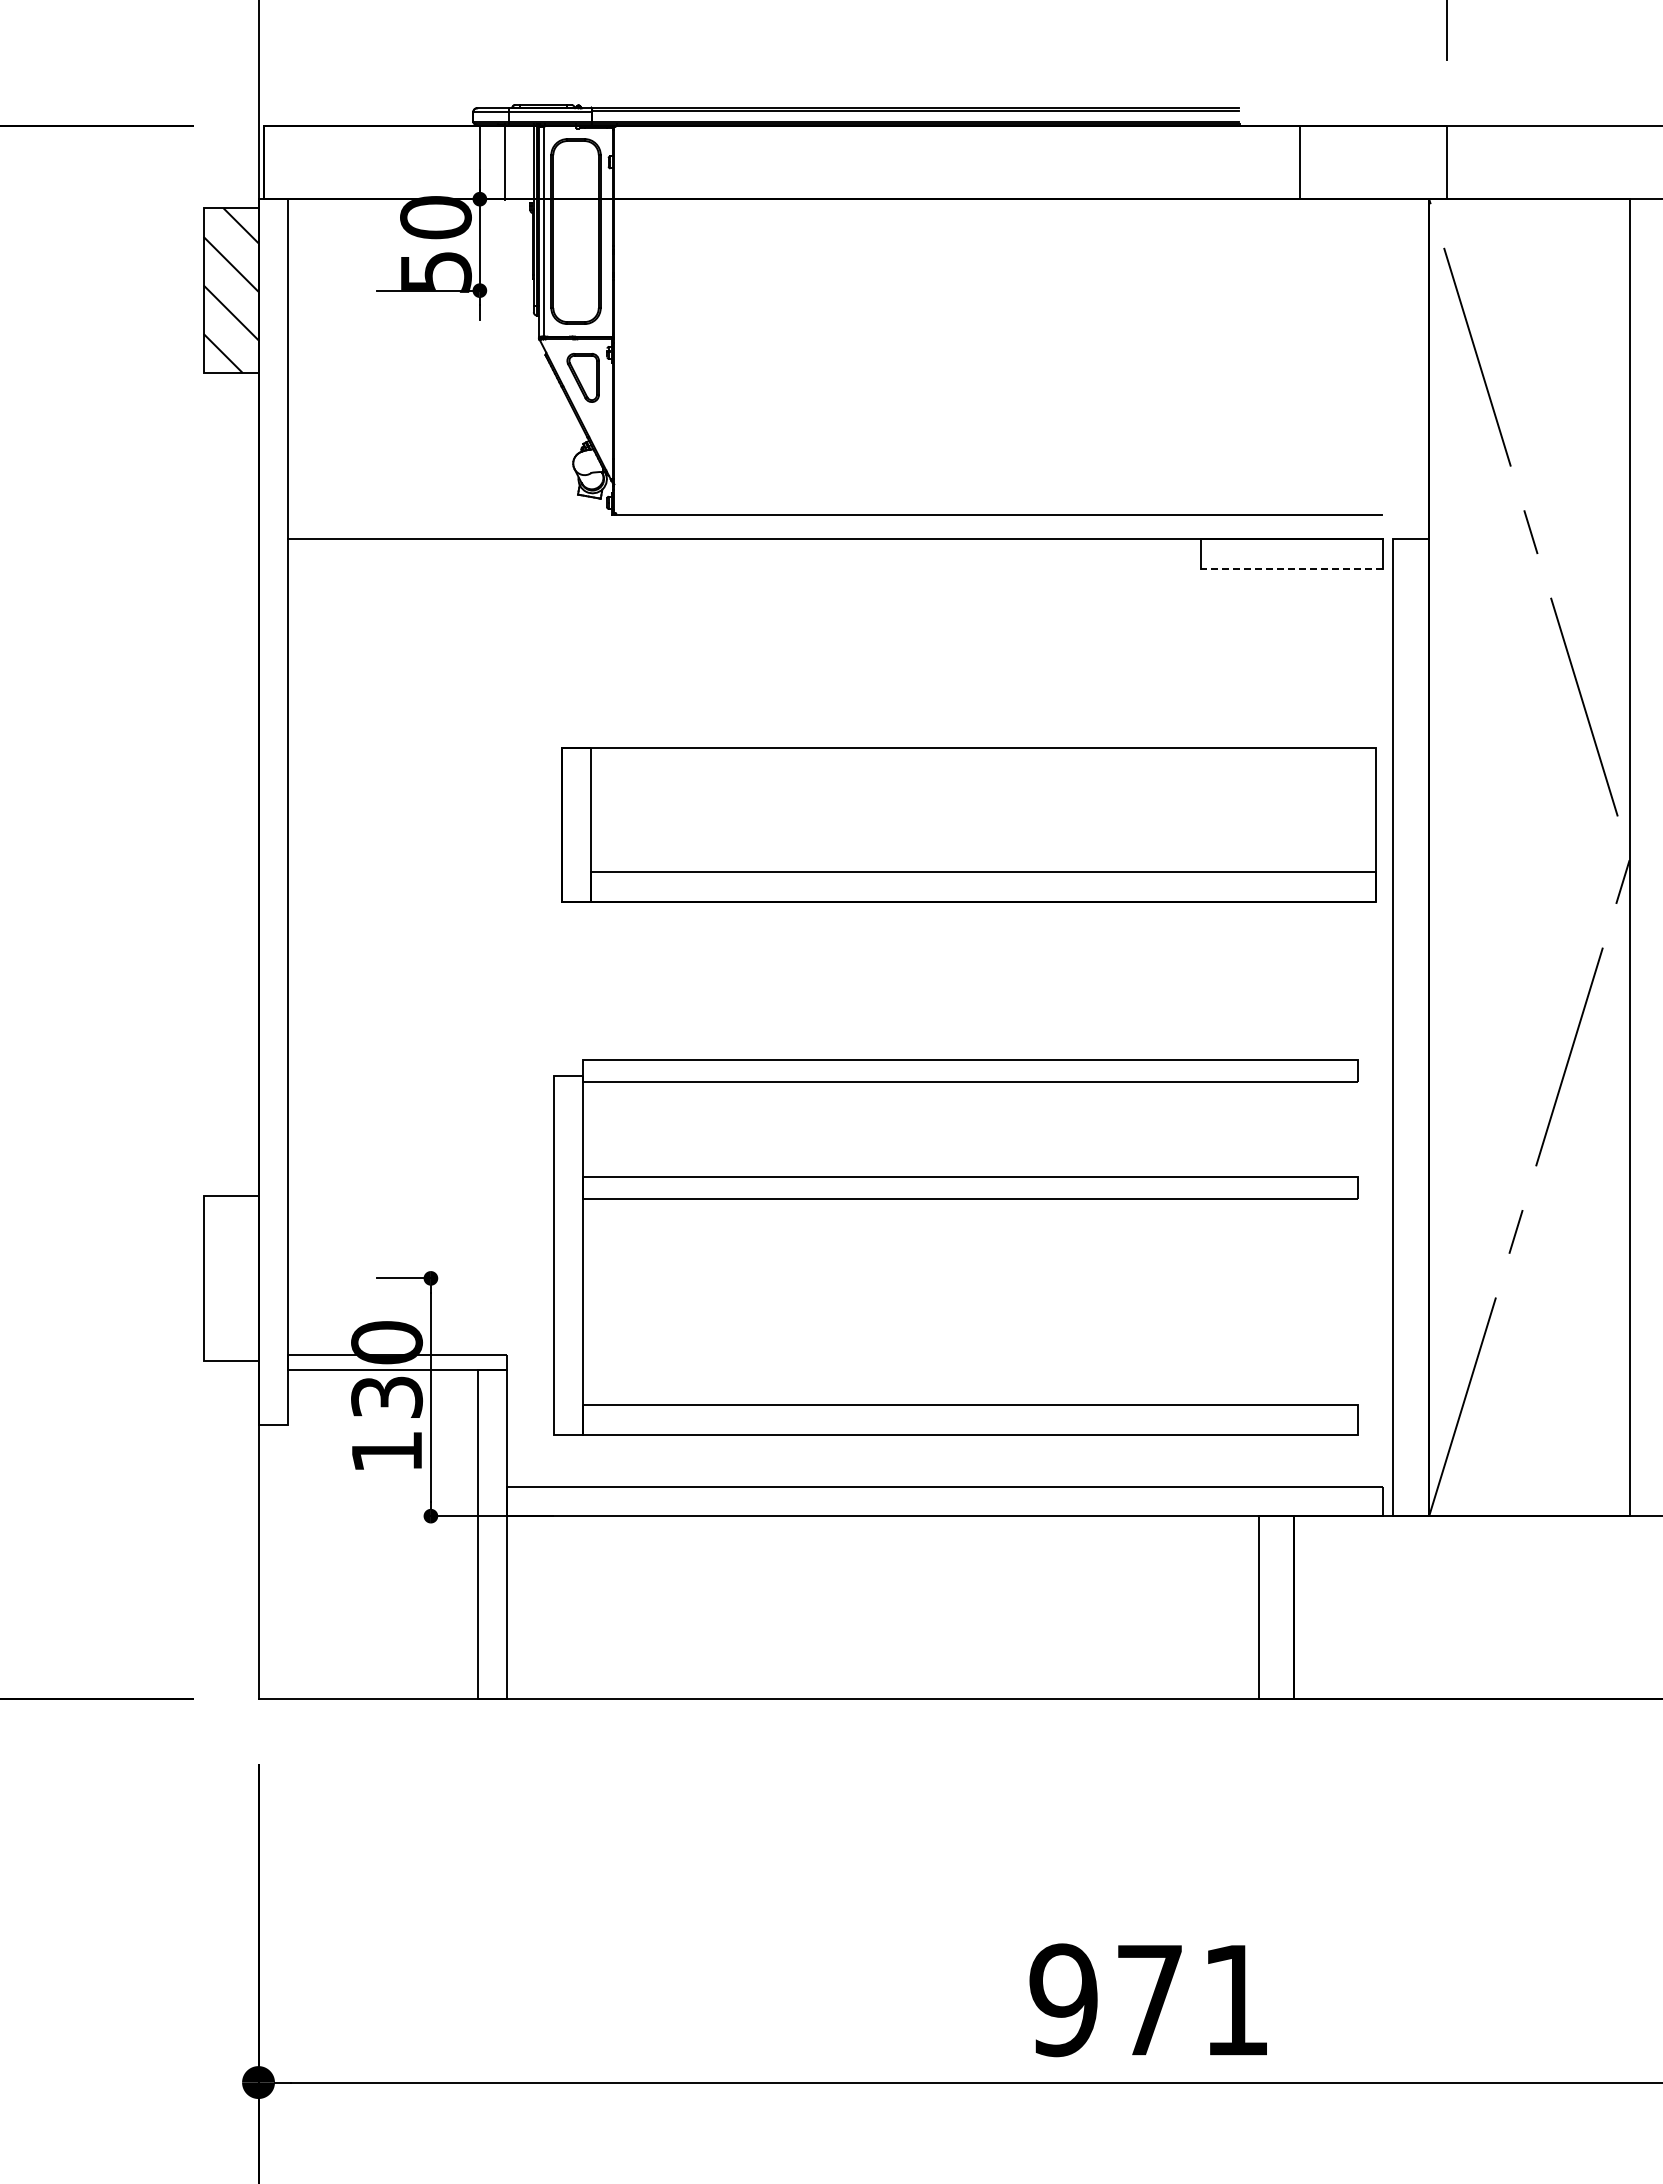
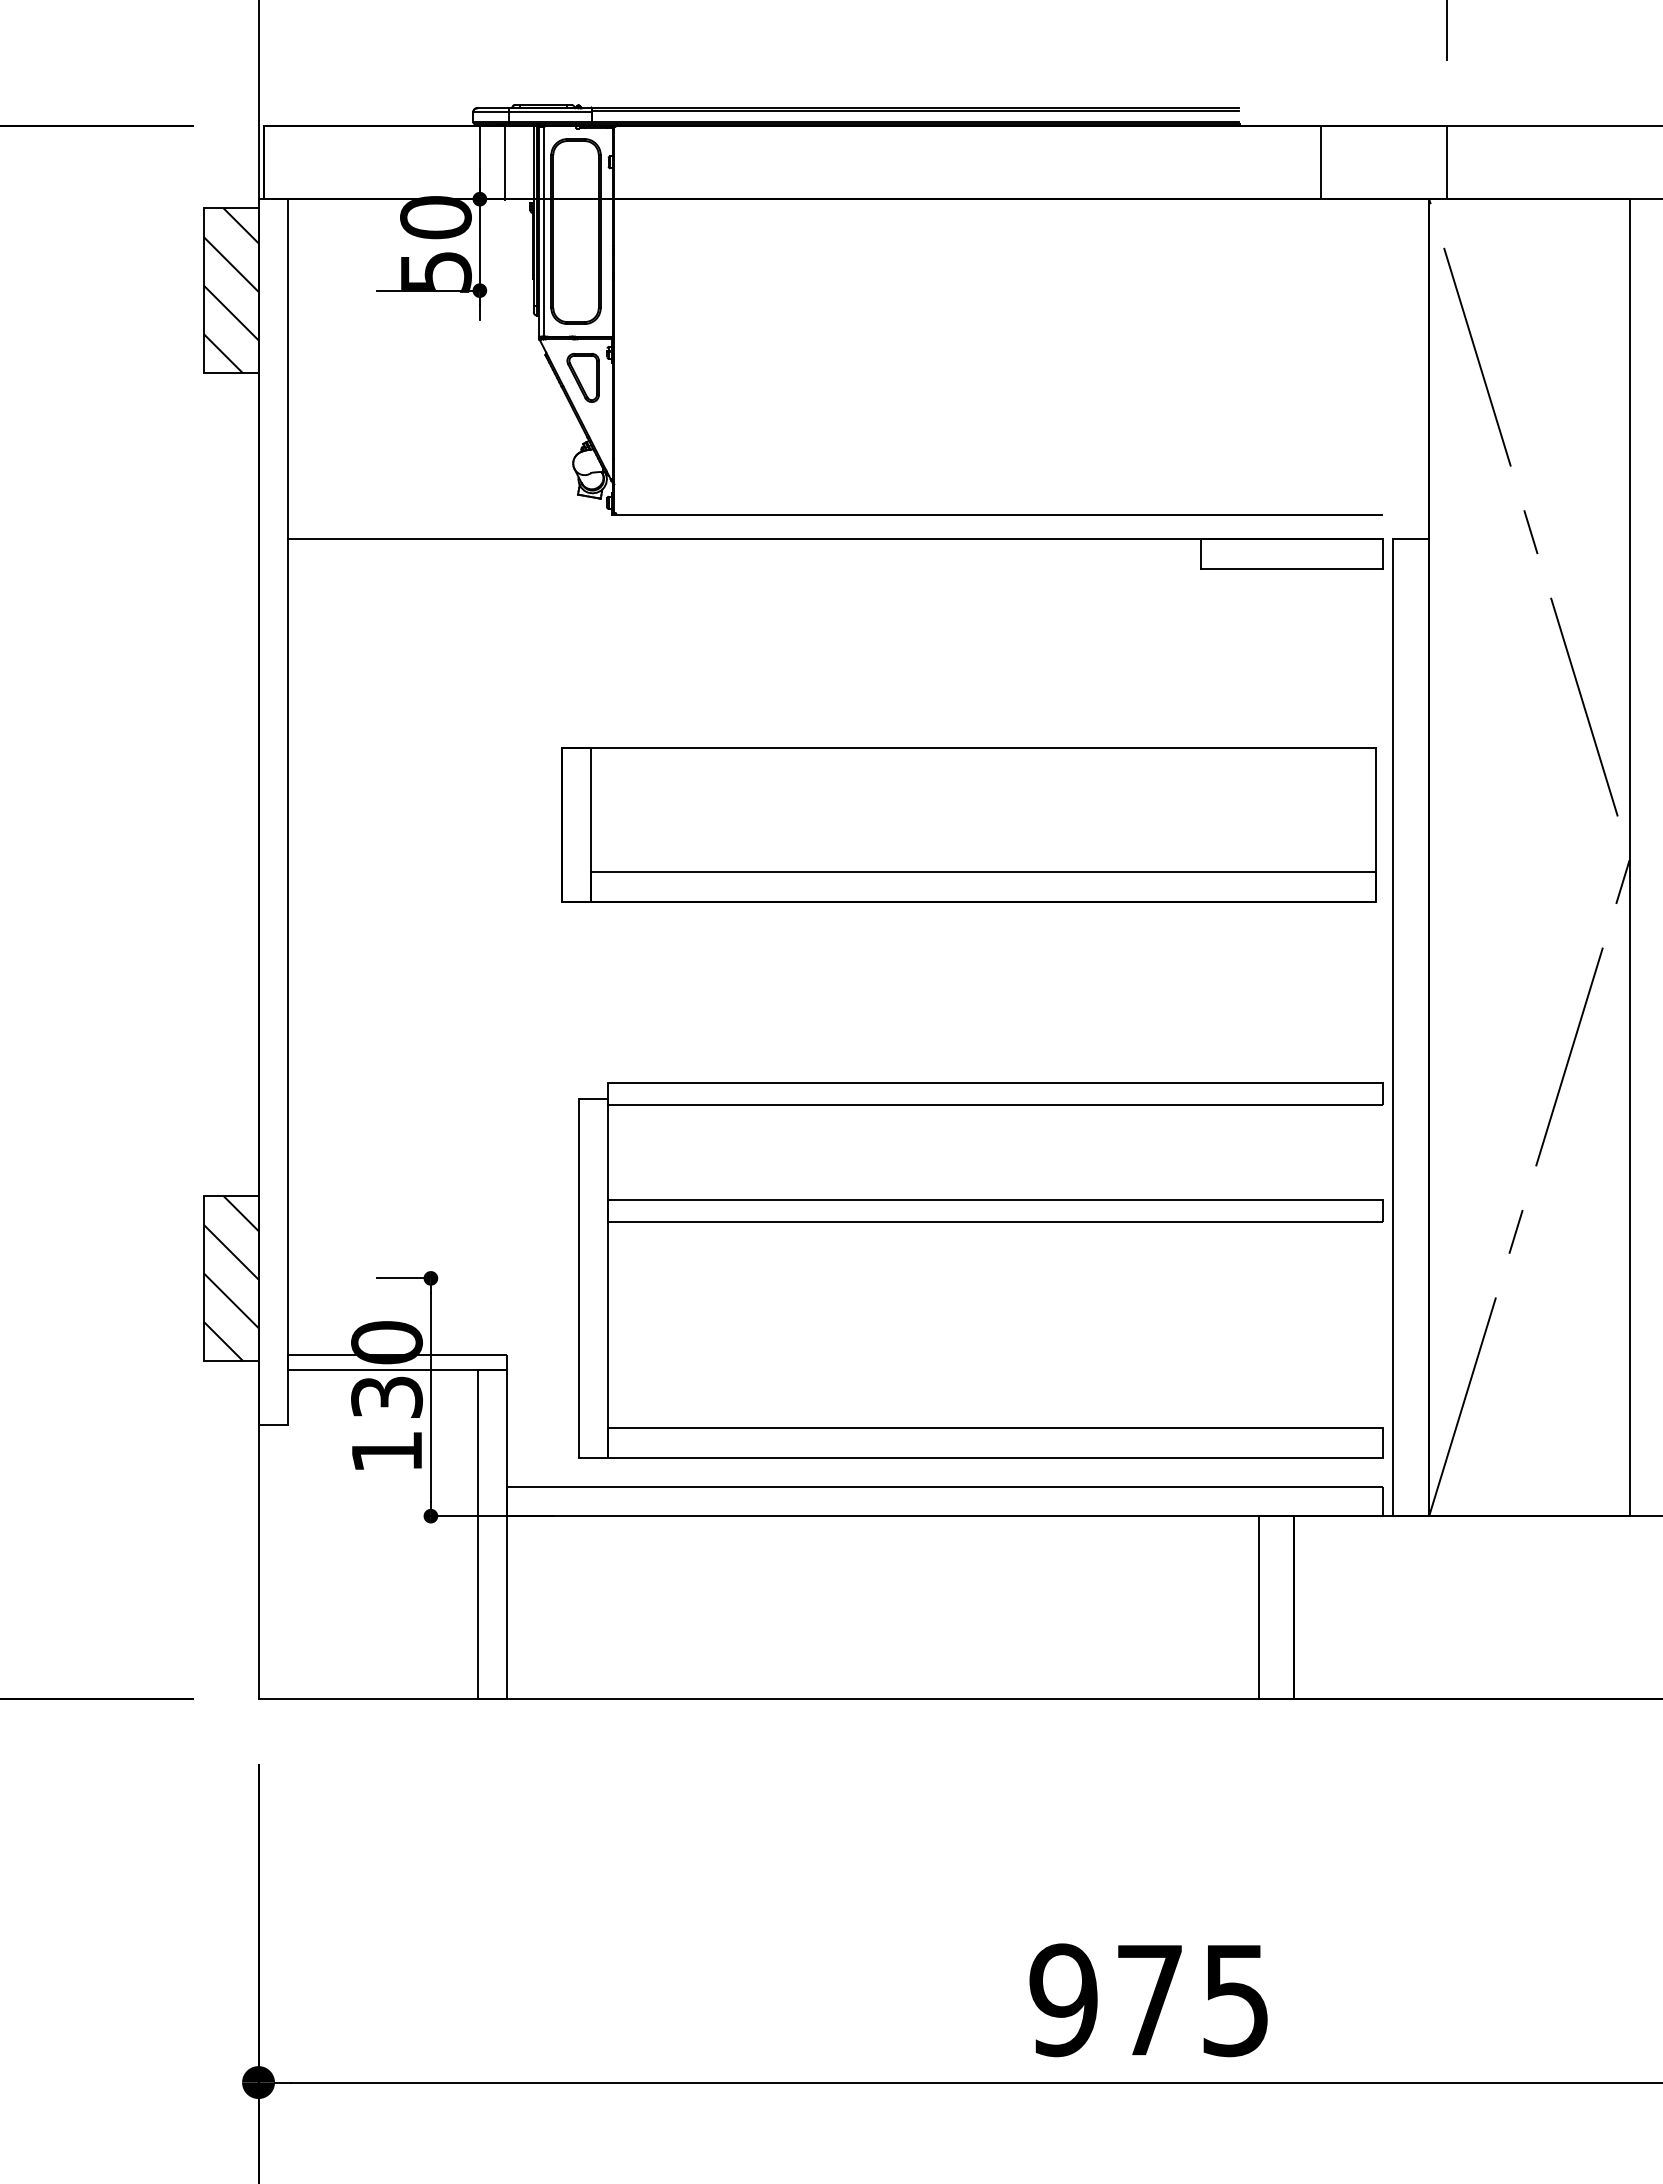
line at (1300, 162) position: (1300, 162) -> (1321, 162)
line at (1291, 568): dashed -> solid
part at (955, 1199) position: (955, 1199) -> (980, 1222)
hatch at (230, 1278): none -> present
text at (1235, 2001): 971 -> 975
